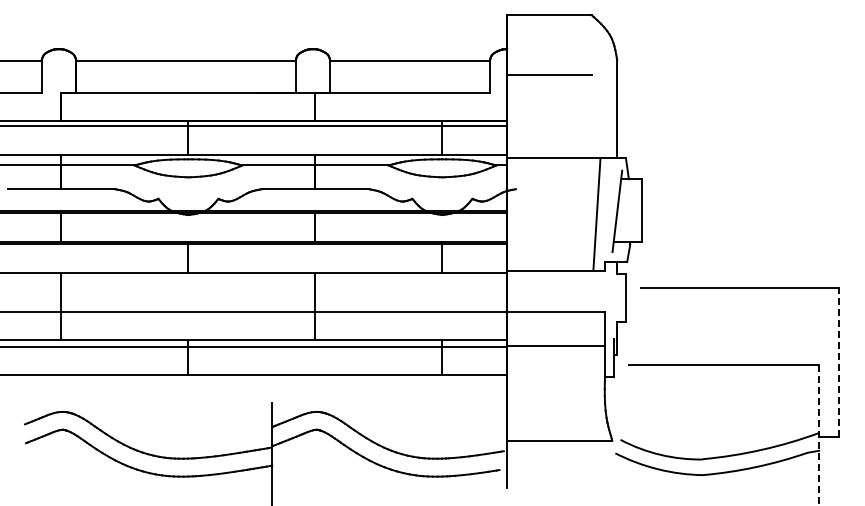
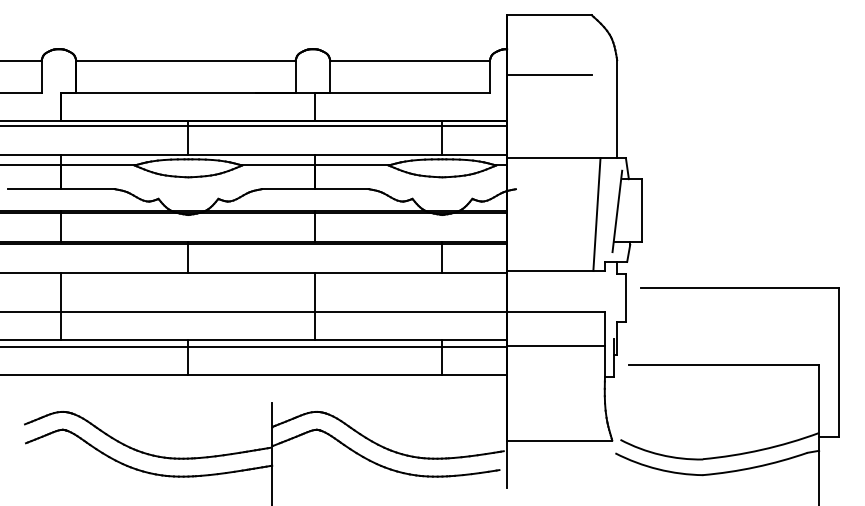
line at (839, 362): dashed -> solid
line at (819, 435): dashed -> solid
